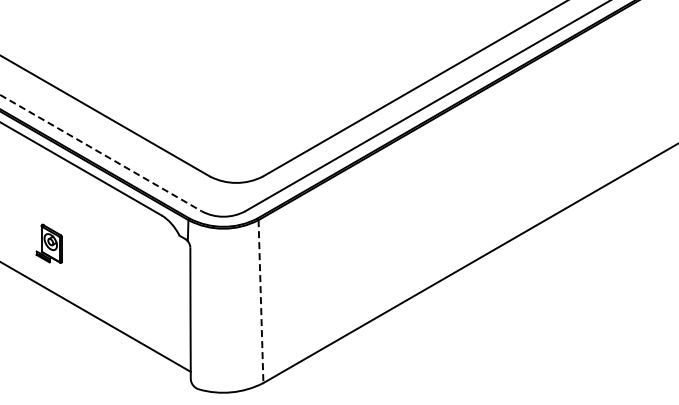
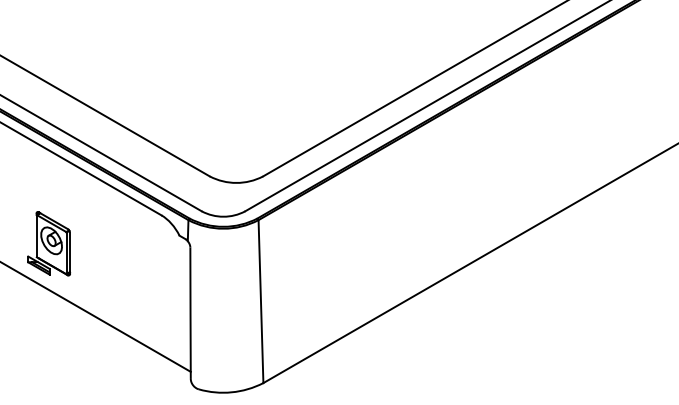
line at (101, 153): dashed -> solid
part at (48, 243) size: 28x41 px -> 45x66 px
line at (260, 301): dashed -> solid
